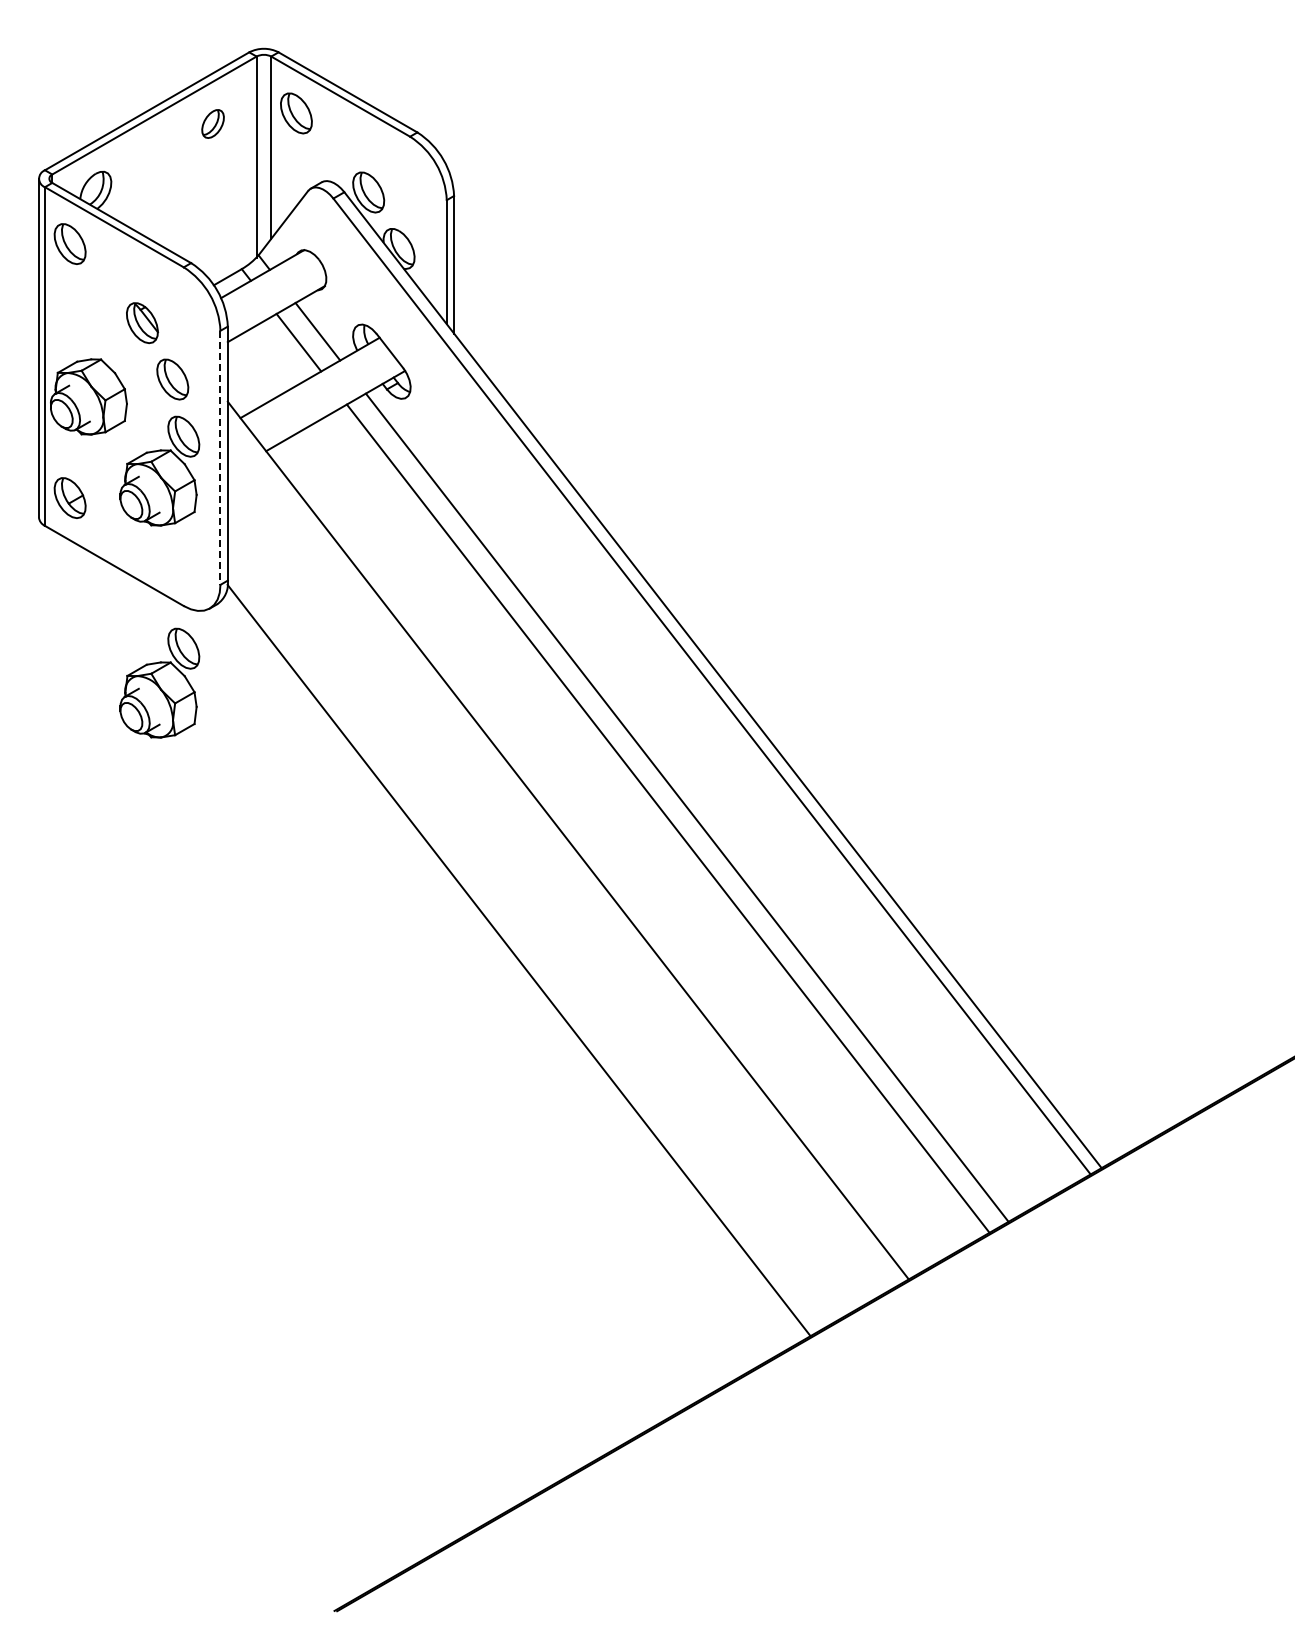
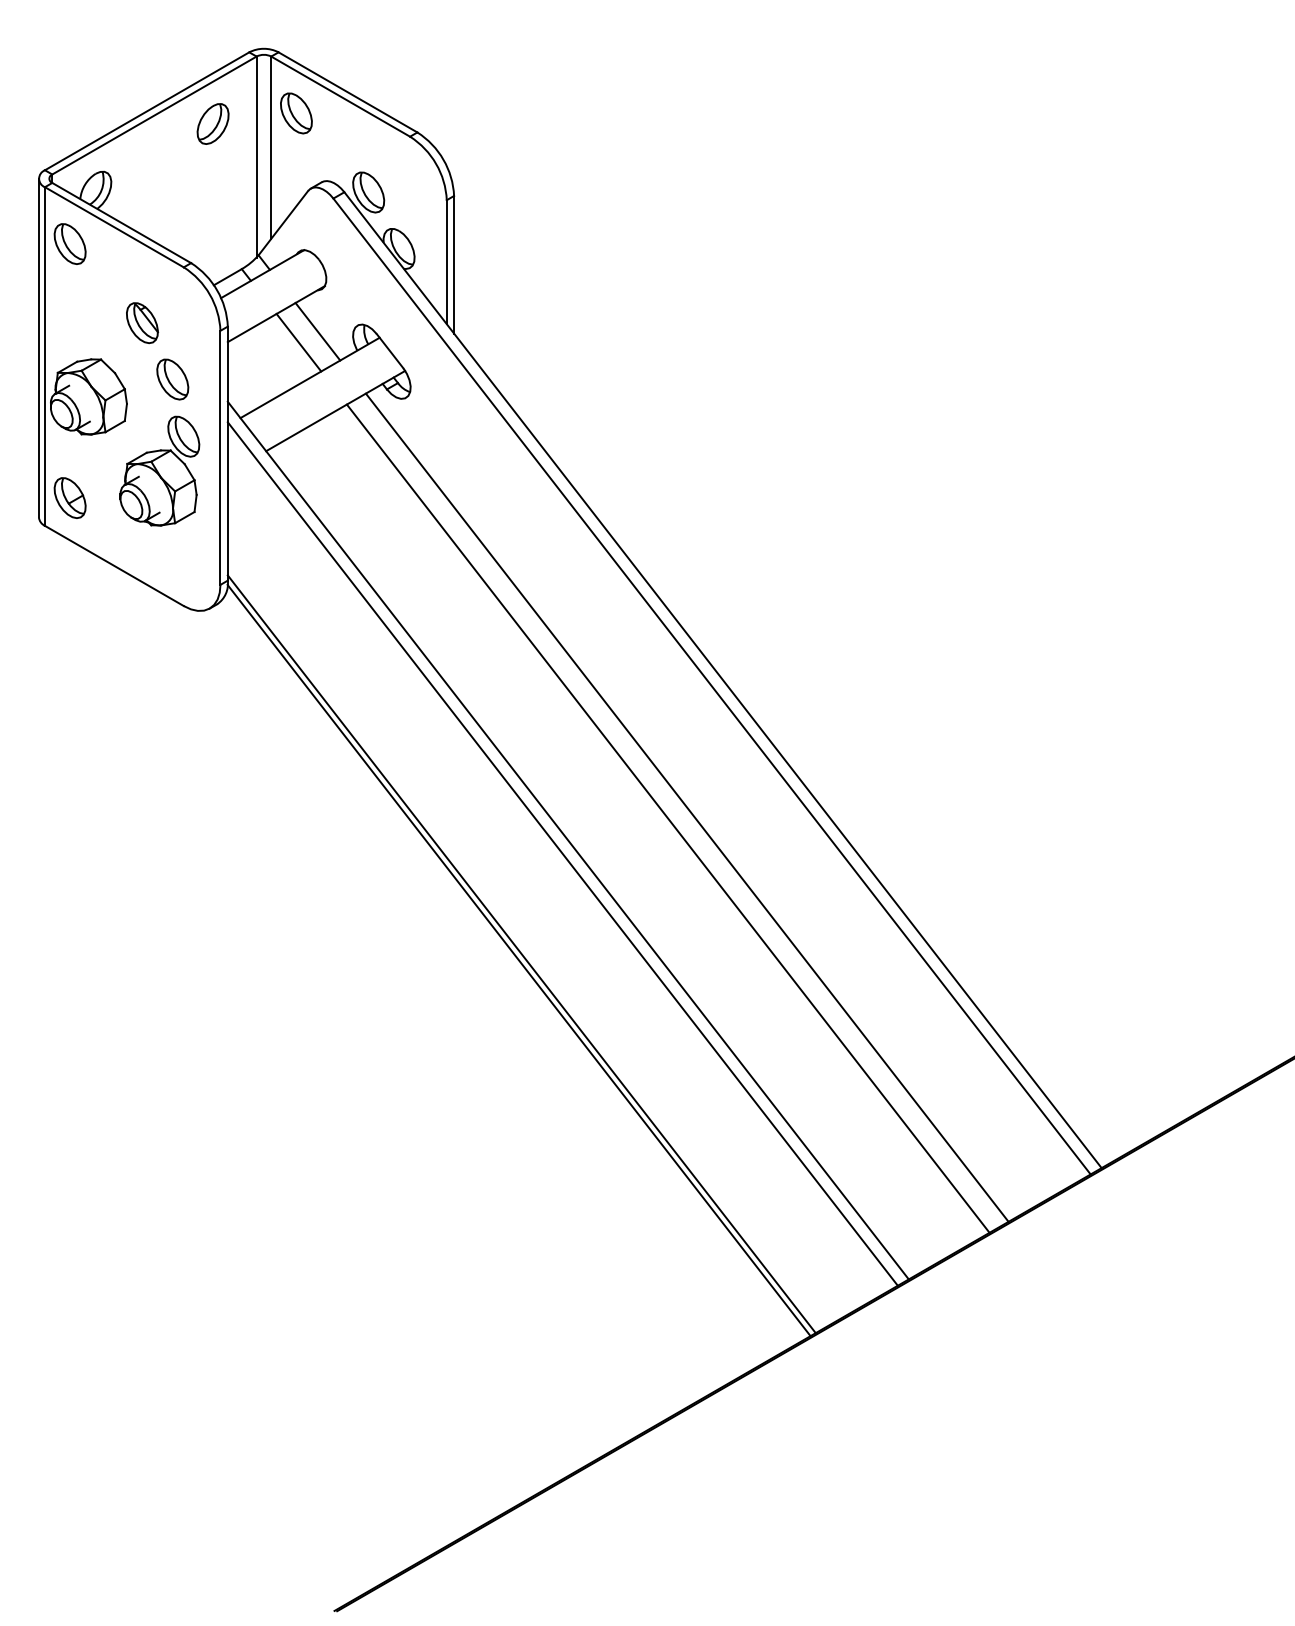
part at (212, 123) size: 24x30 px -> 34x42 px
line at (220, 458): dashed -> solid
part at (159, 682): present -> none
line at (562, 853): none -> present
line at (521, 954): none -> present
